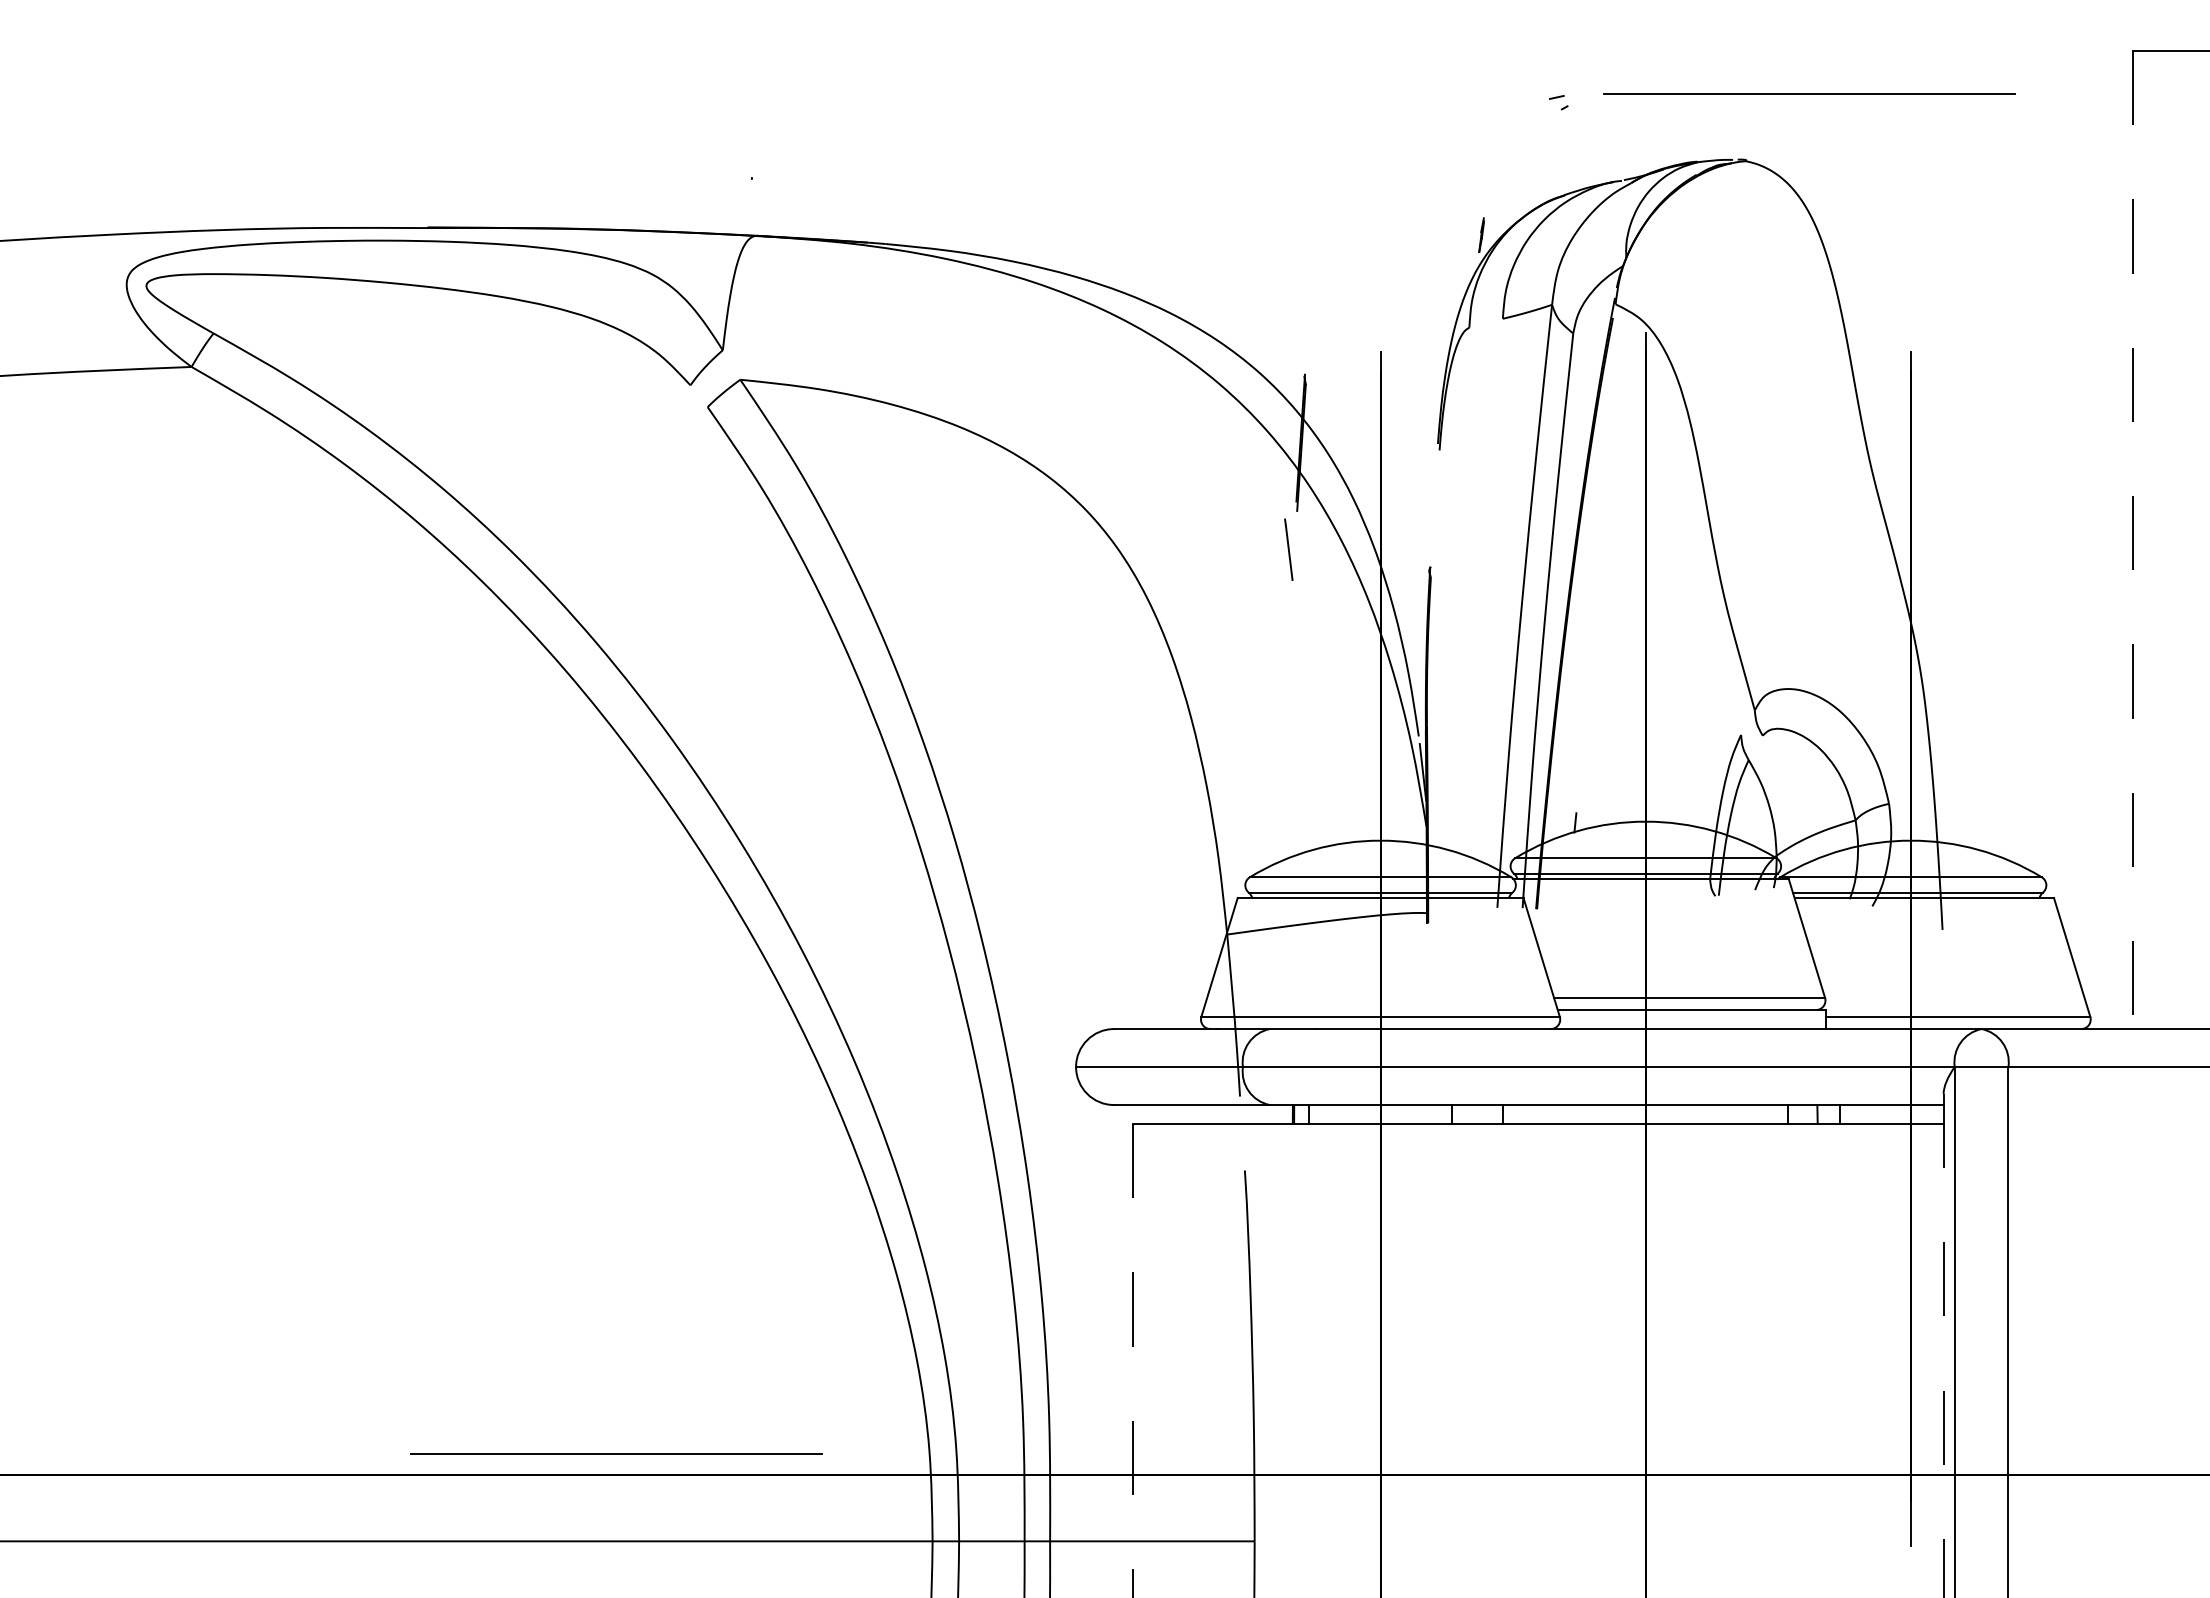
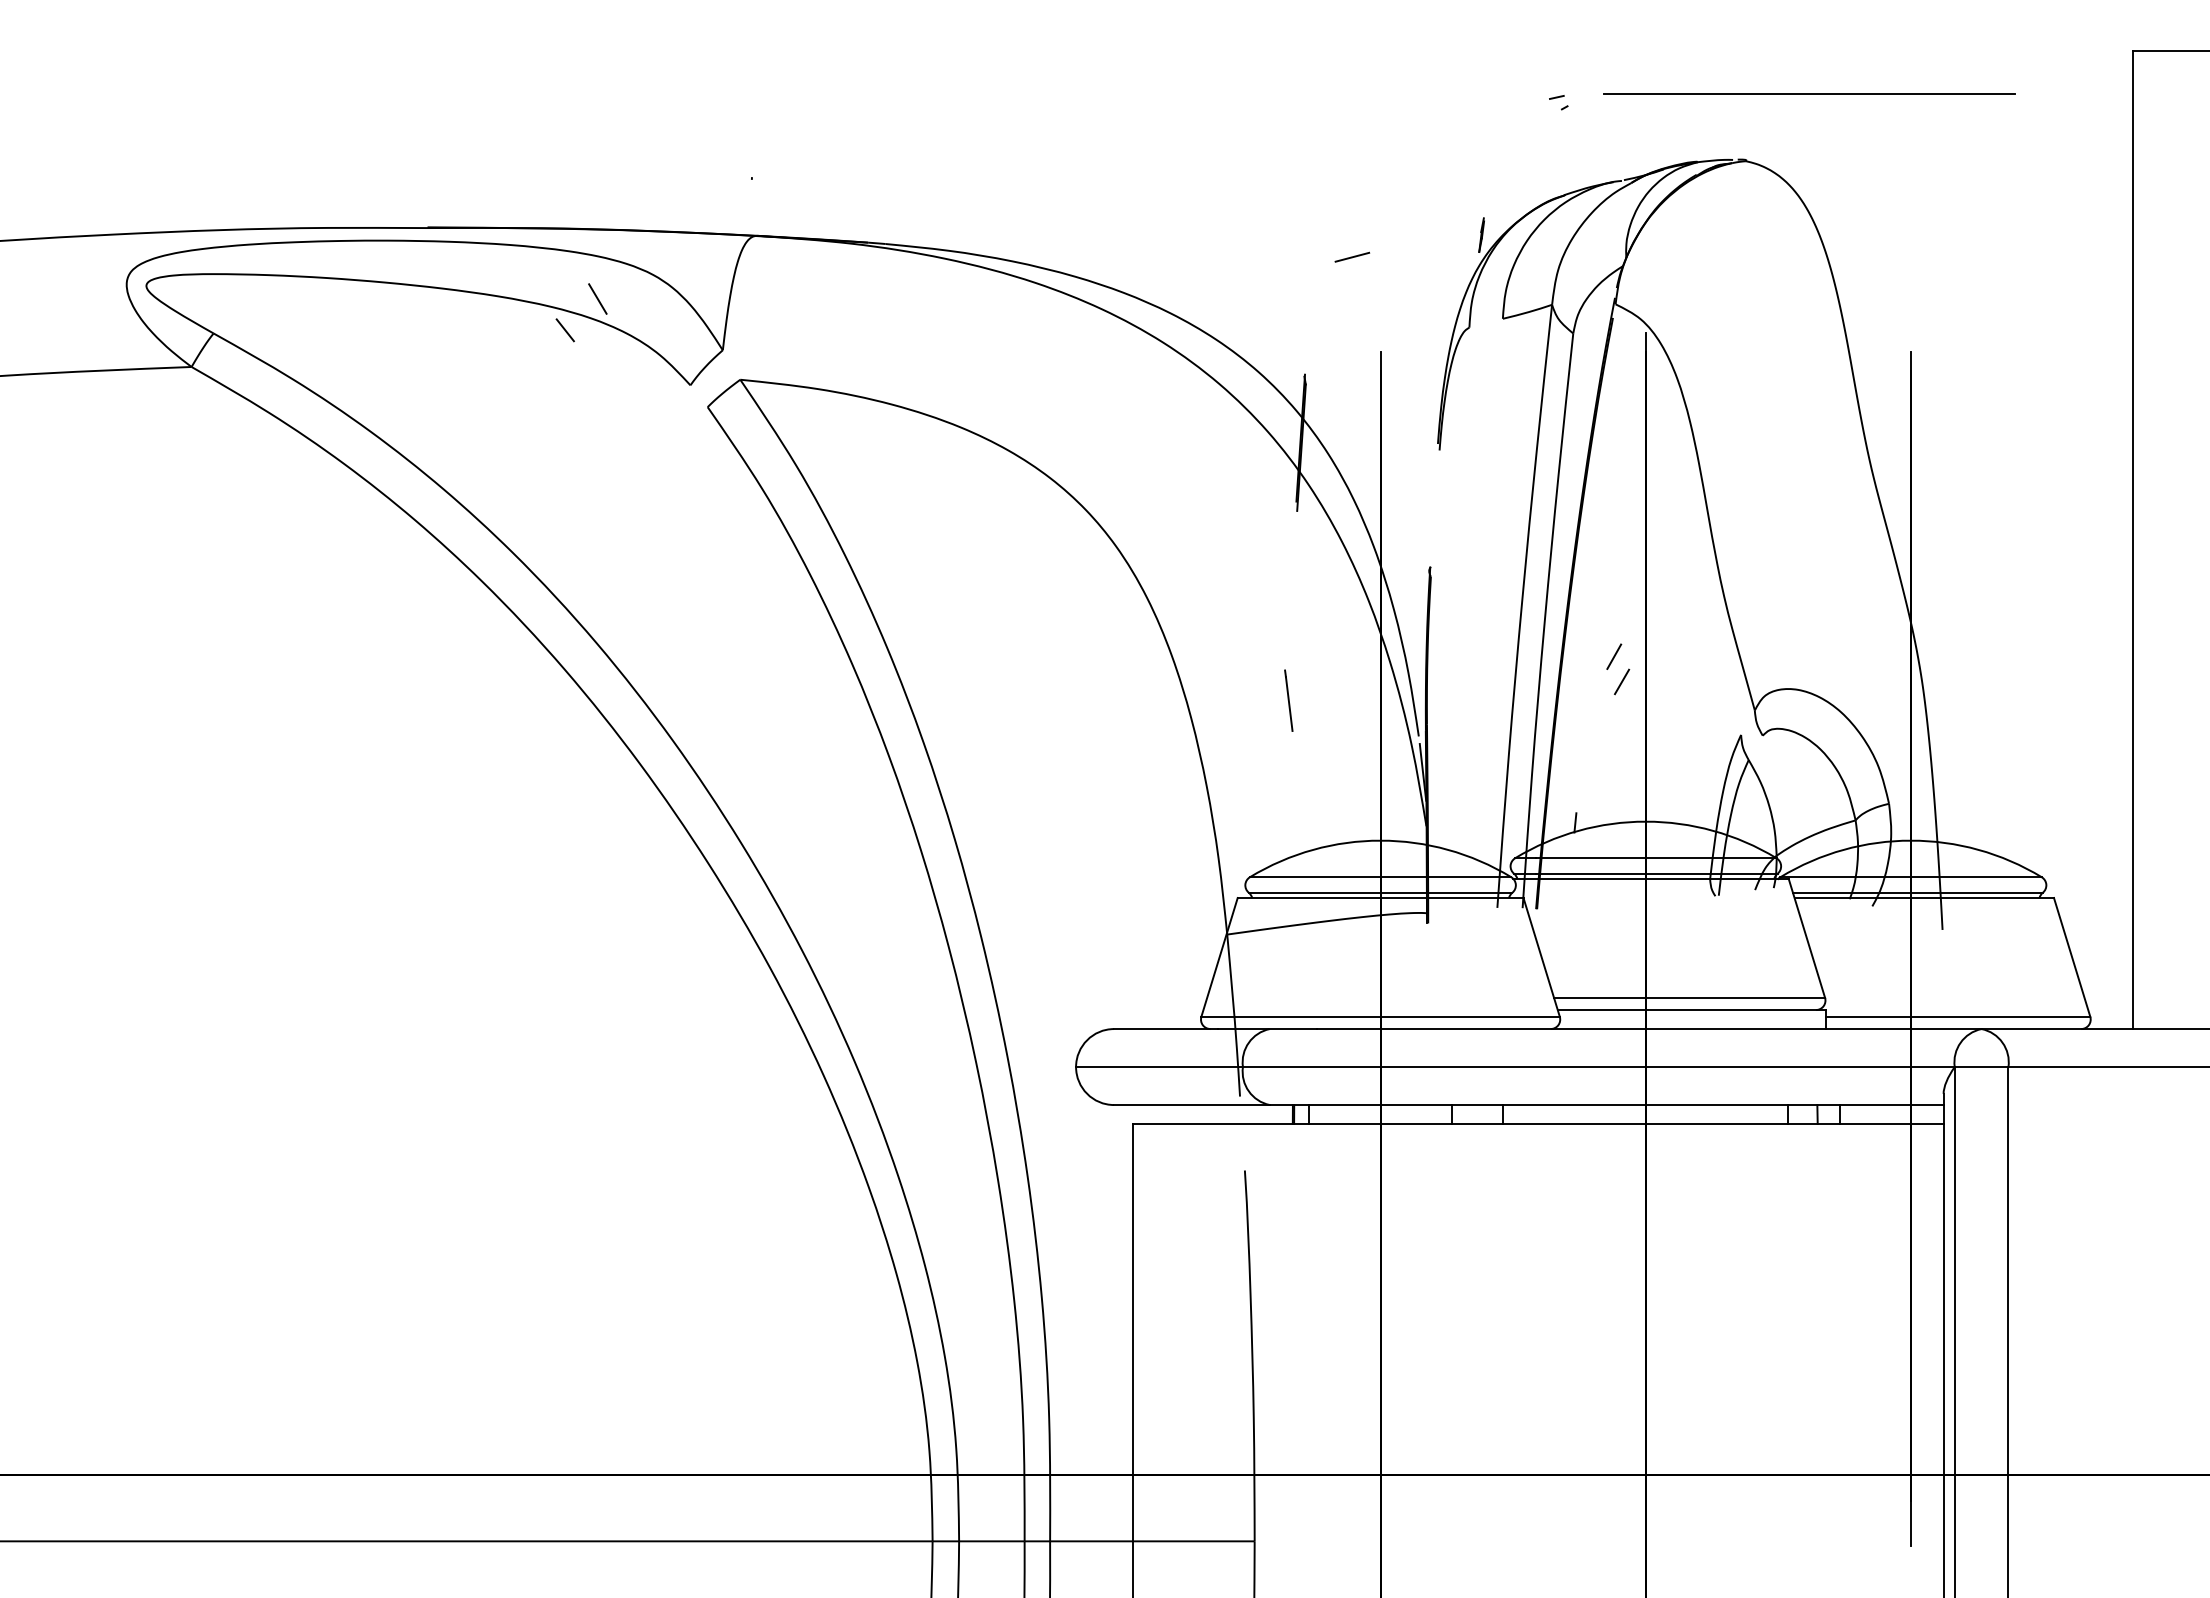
line at (1352, 256): none -> present
line at (597, 298): none -> present
line at (564, 330): none -> present
line at (2132, 540): dashed -> solid
line at (1288, 549) position: (1288, 549) -> (1288, 700)
line at (1614, 656): none -> present
line at (1621, 681): none -> present
line at (1943, 1345): dashed -> solid
line at (1133, 1360): dashed -> solid
line at (616, 1453): present -> none
